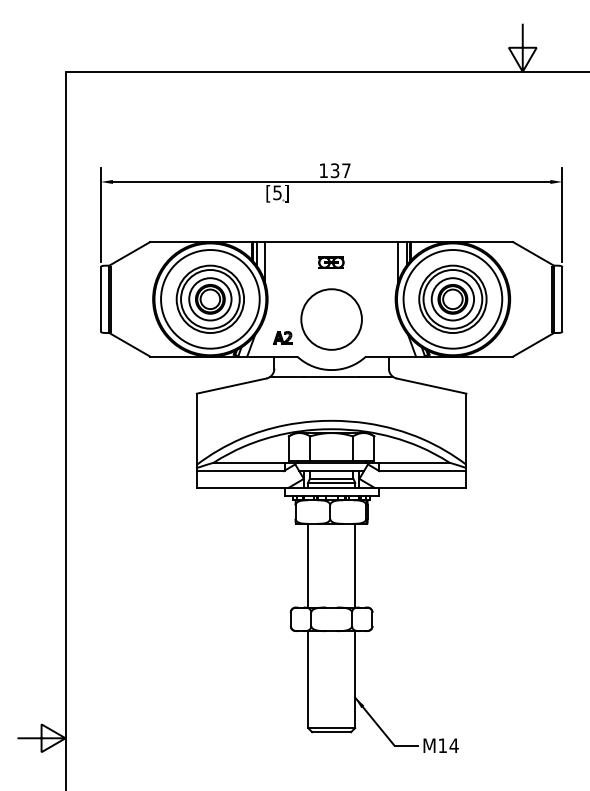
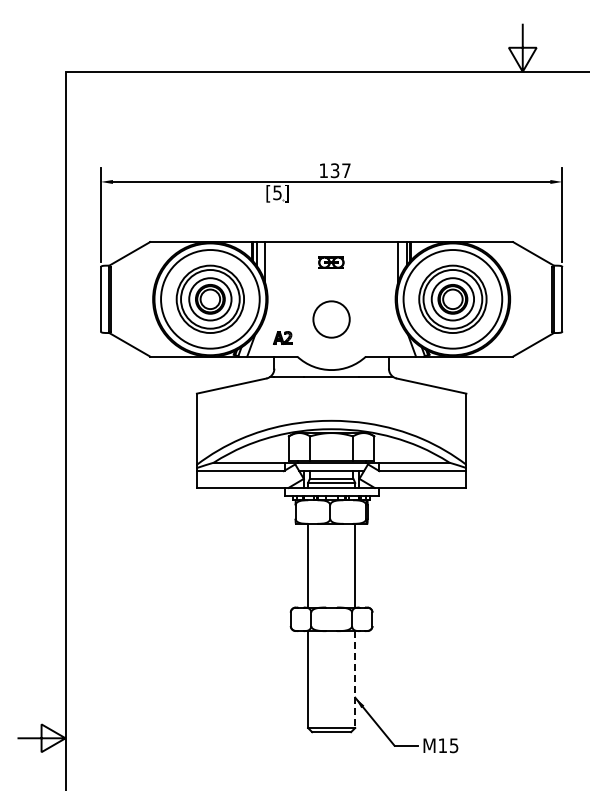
circle at (331, 319) size: 63x63 px -> 39x39 px
line at (355, 680): solid -> dashed
text at (453, 745): M14 -> M15
